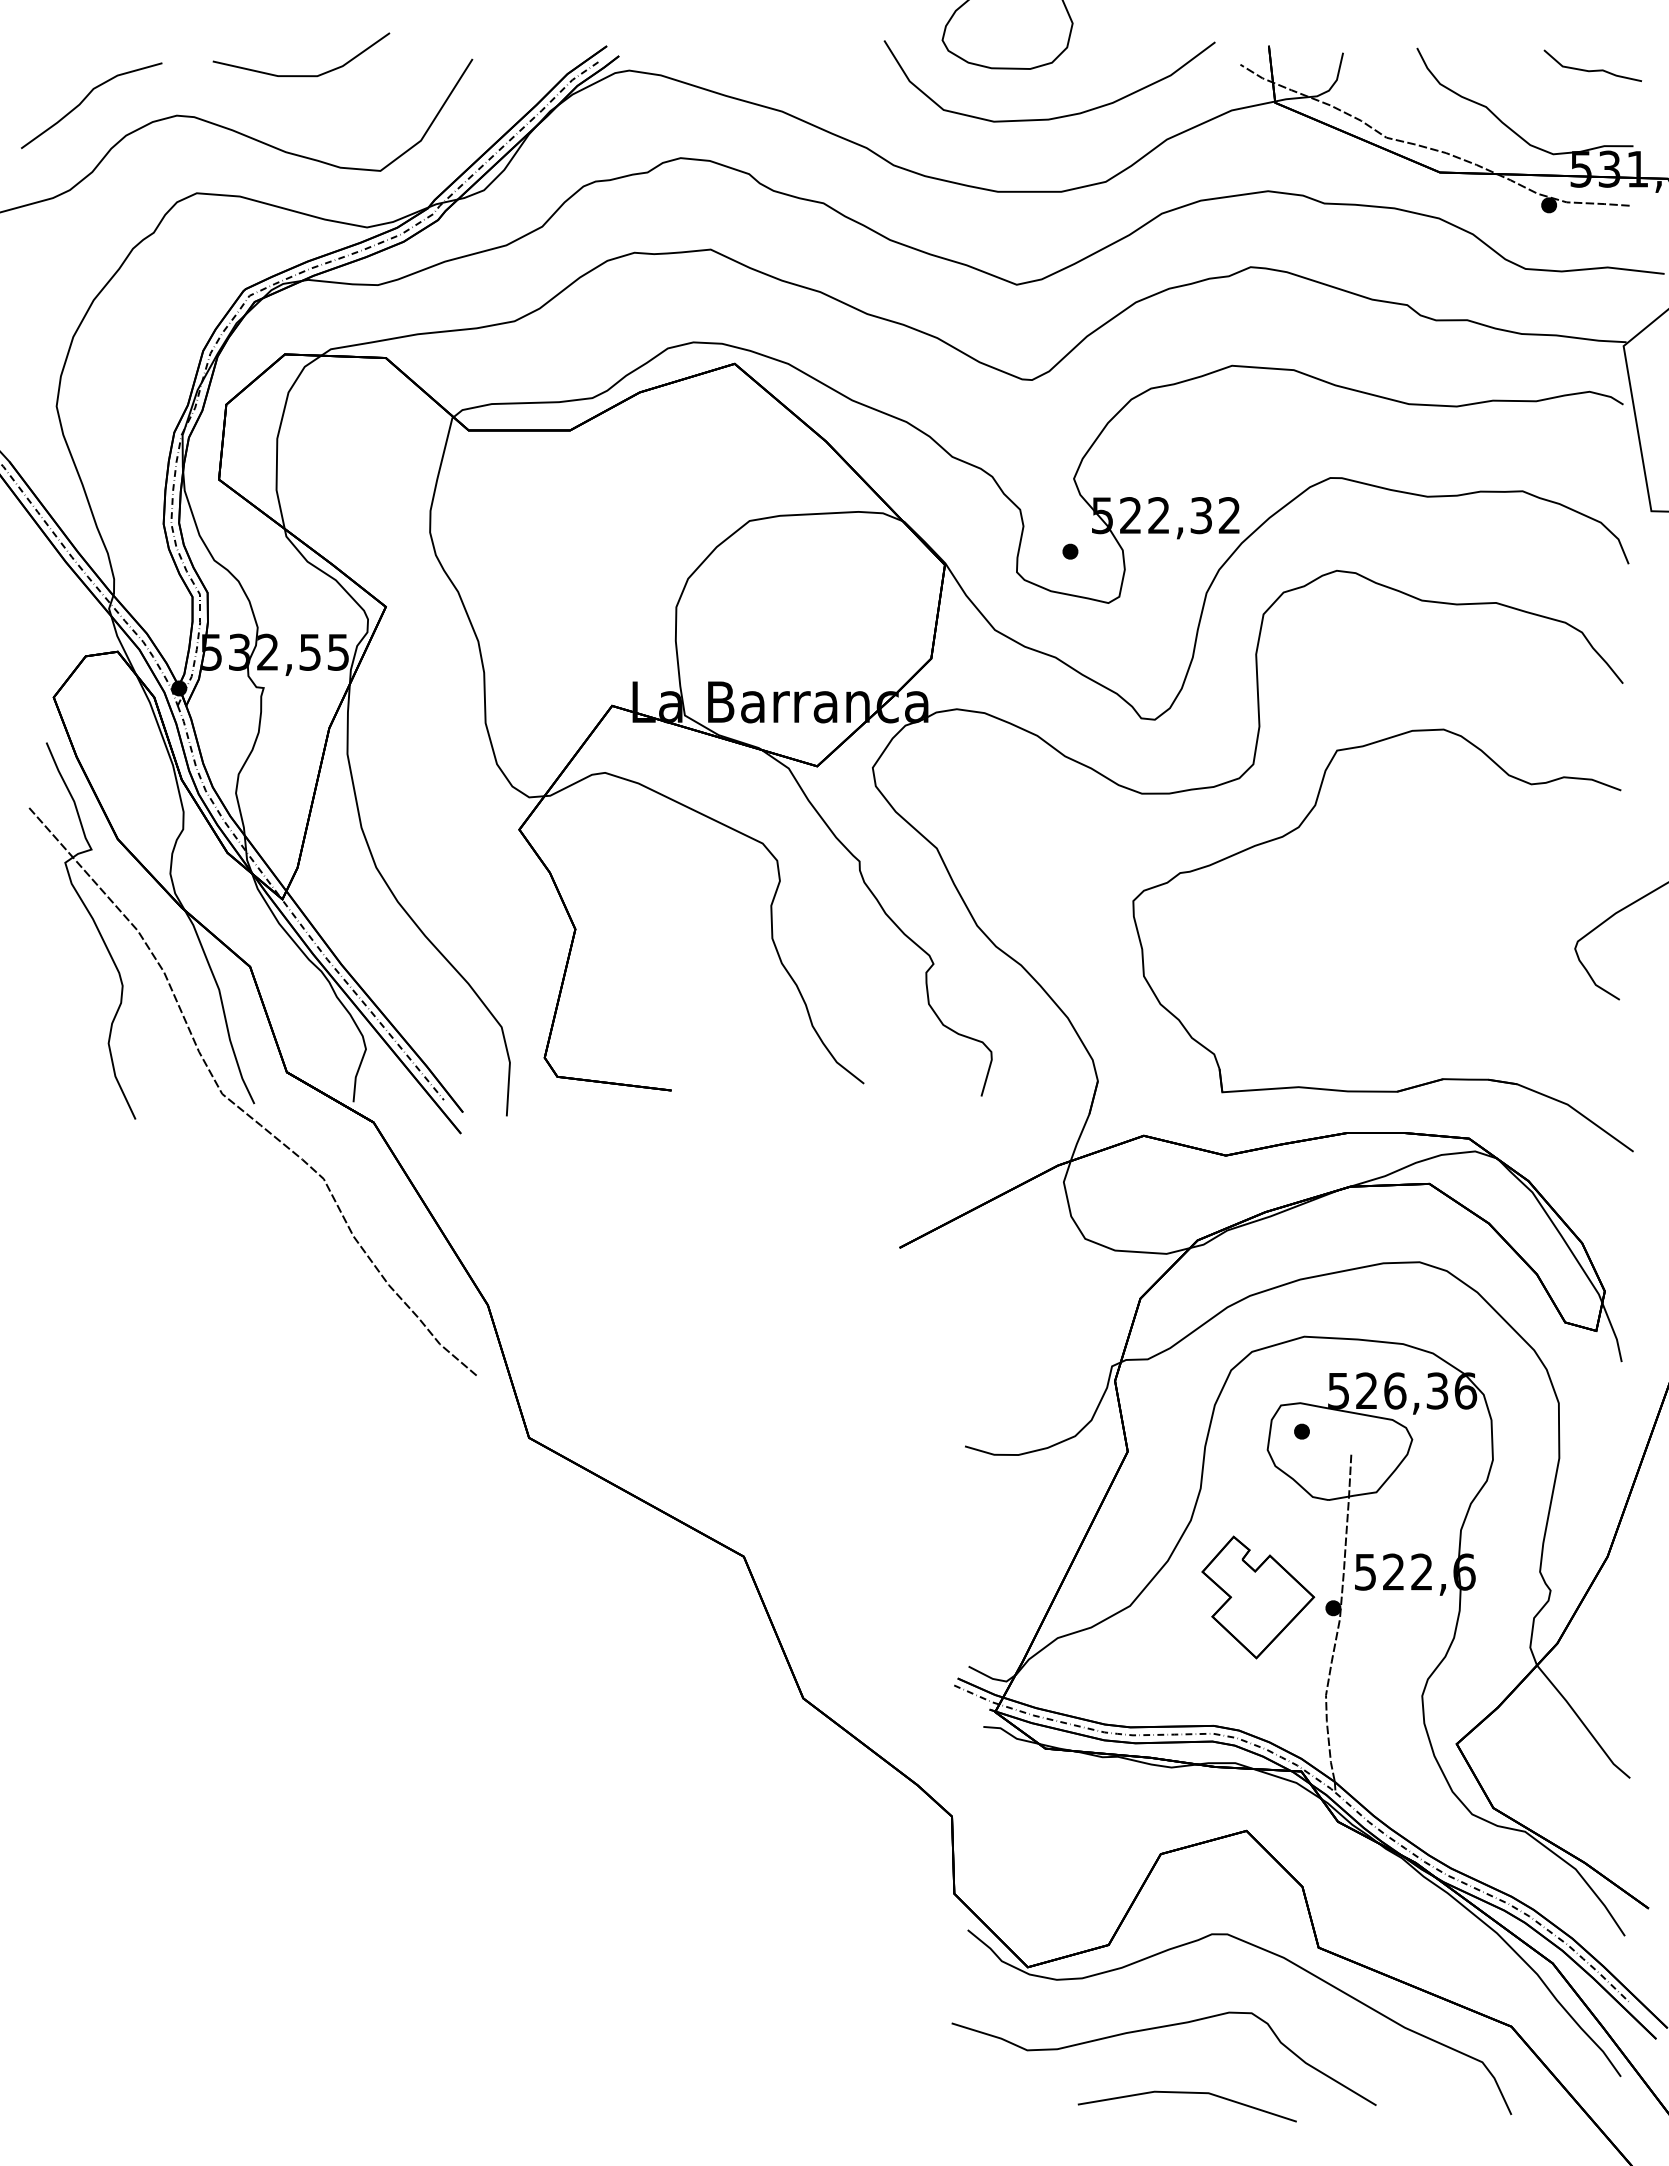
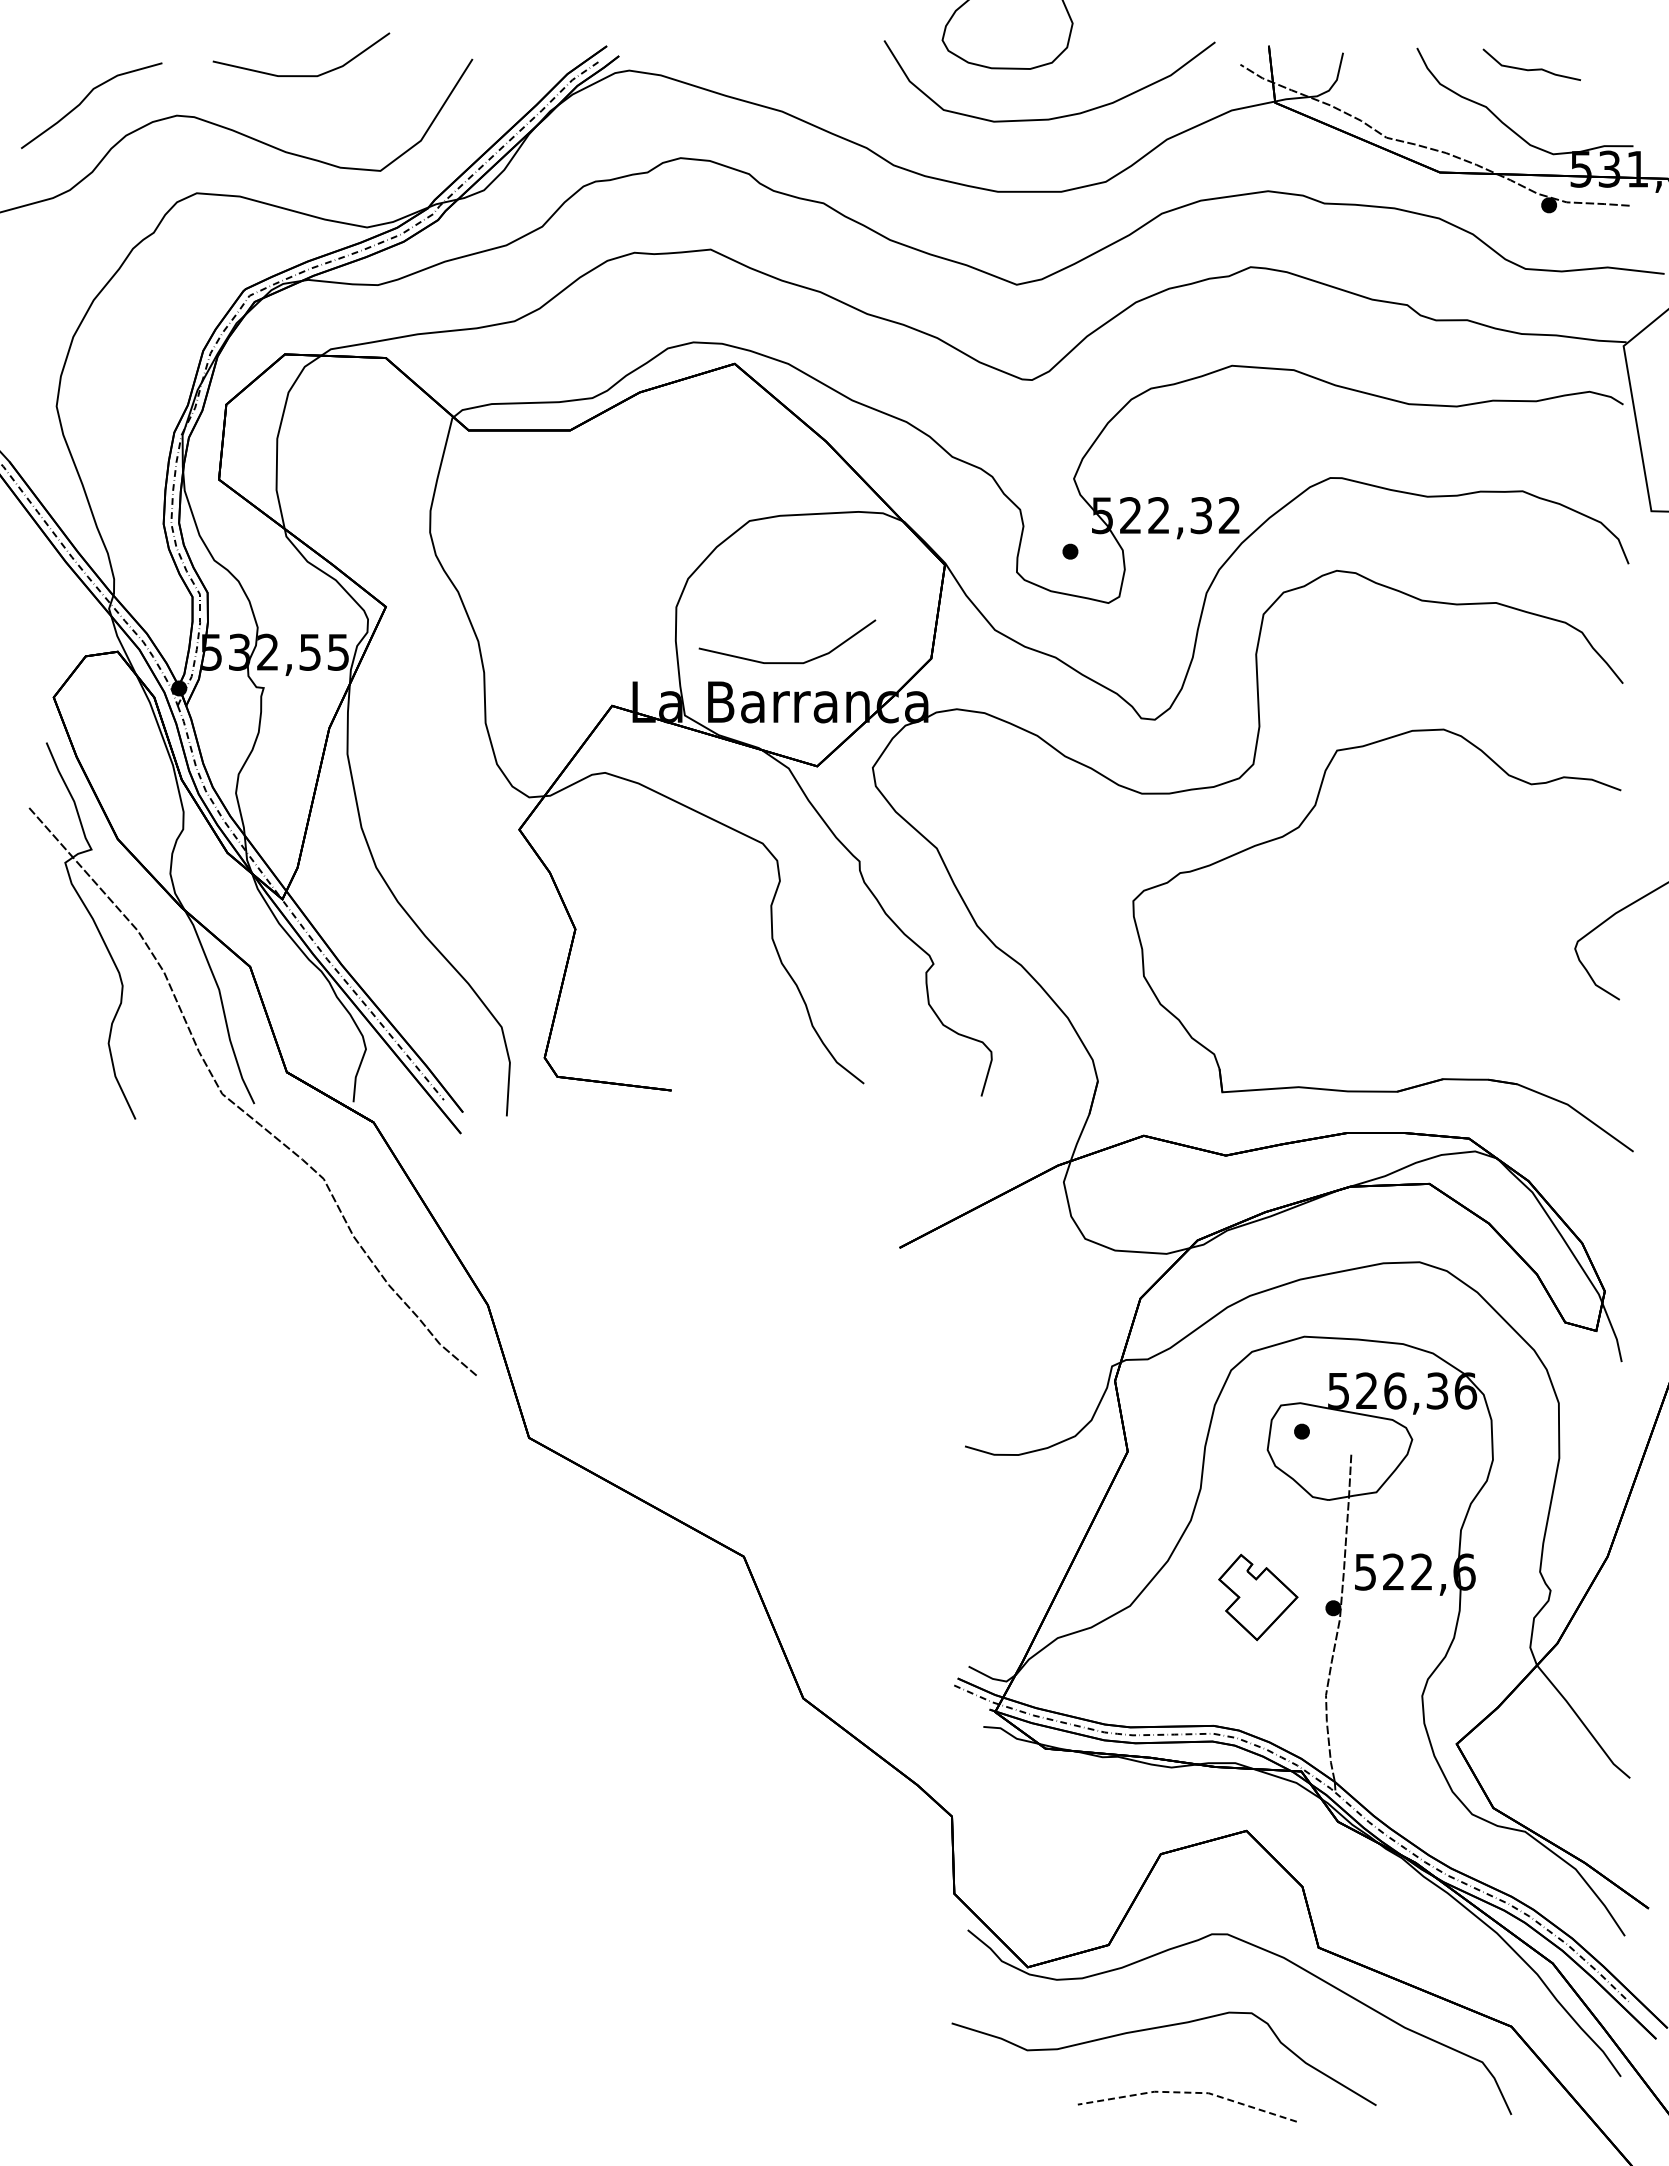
curve at (1595, 69) position: (1595, 69) -> (1534, 68)
line at (787, 662): none -> present
part at (1258, 1597) size: 115x125 px -> 81x89 px
line at (1188, 2092): solid -> dashed
